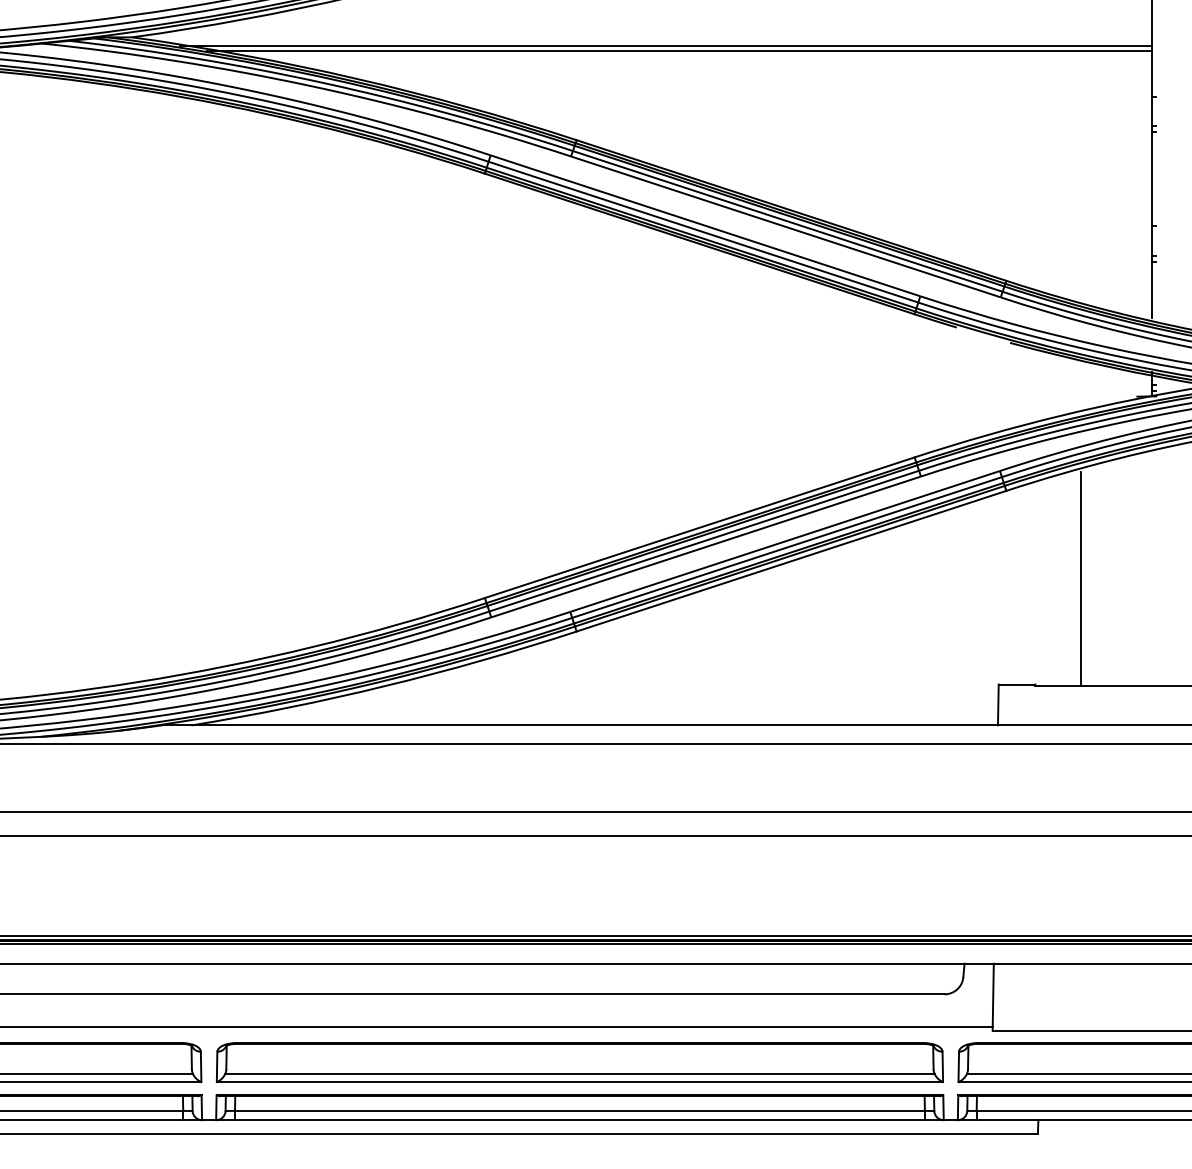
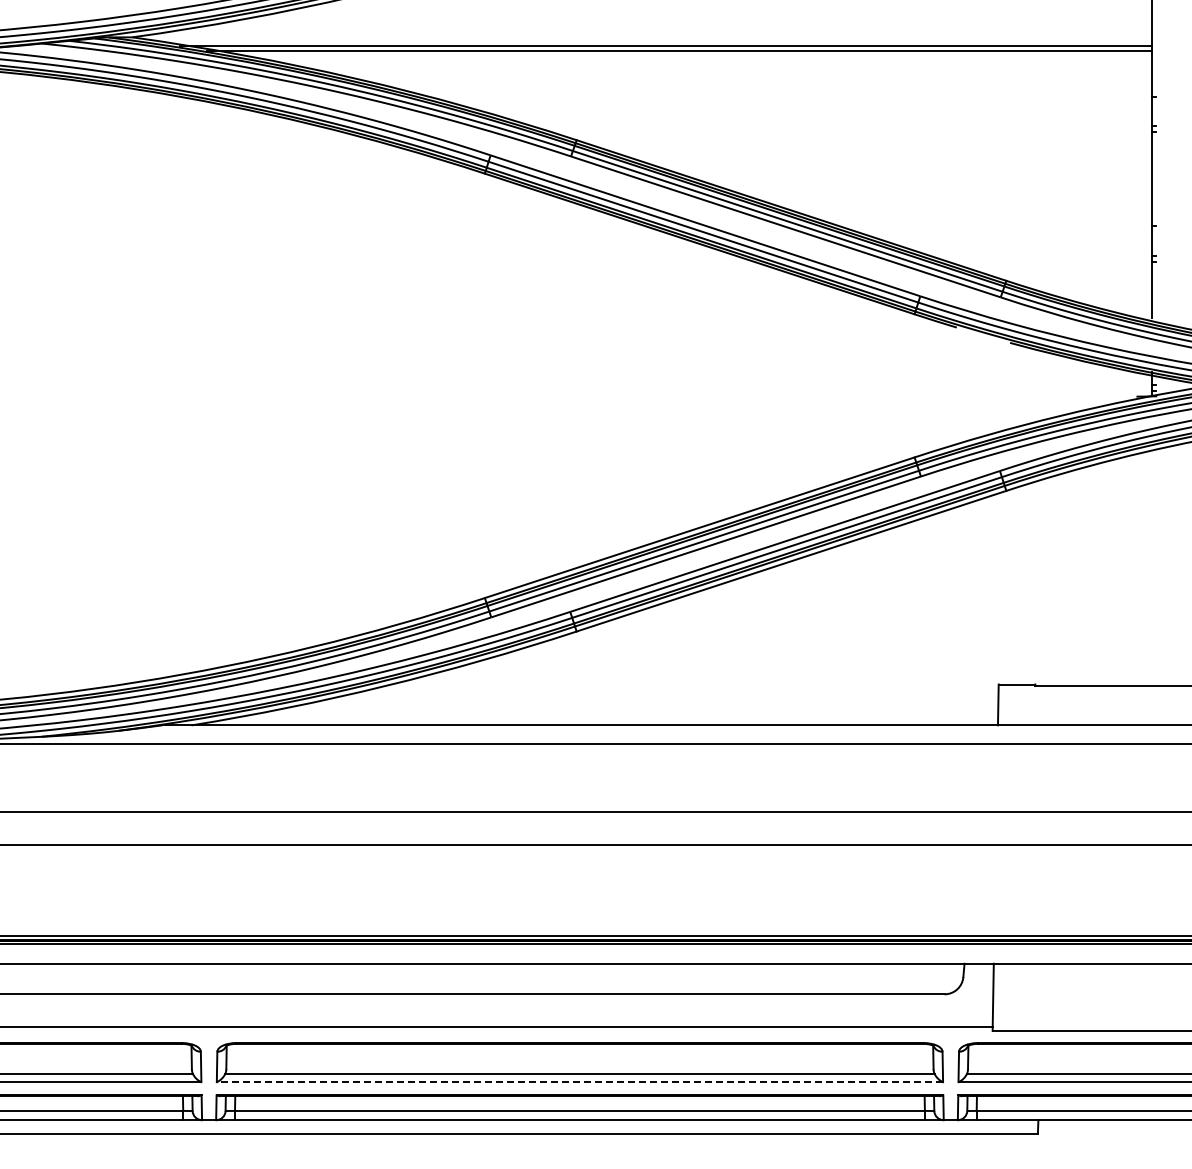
line at (1080, 579): present -> none
line at (595, 836) position: (595, 836) -> (595, 845)
line at (579, 1082): solid -> dashed
